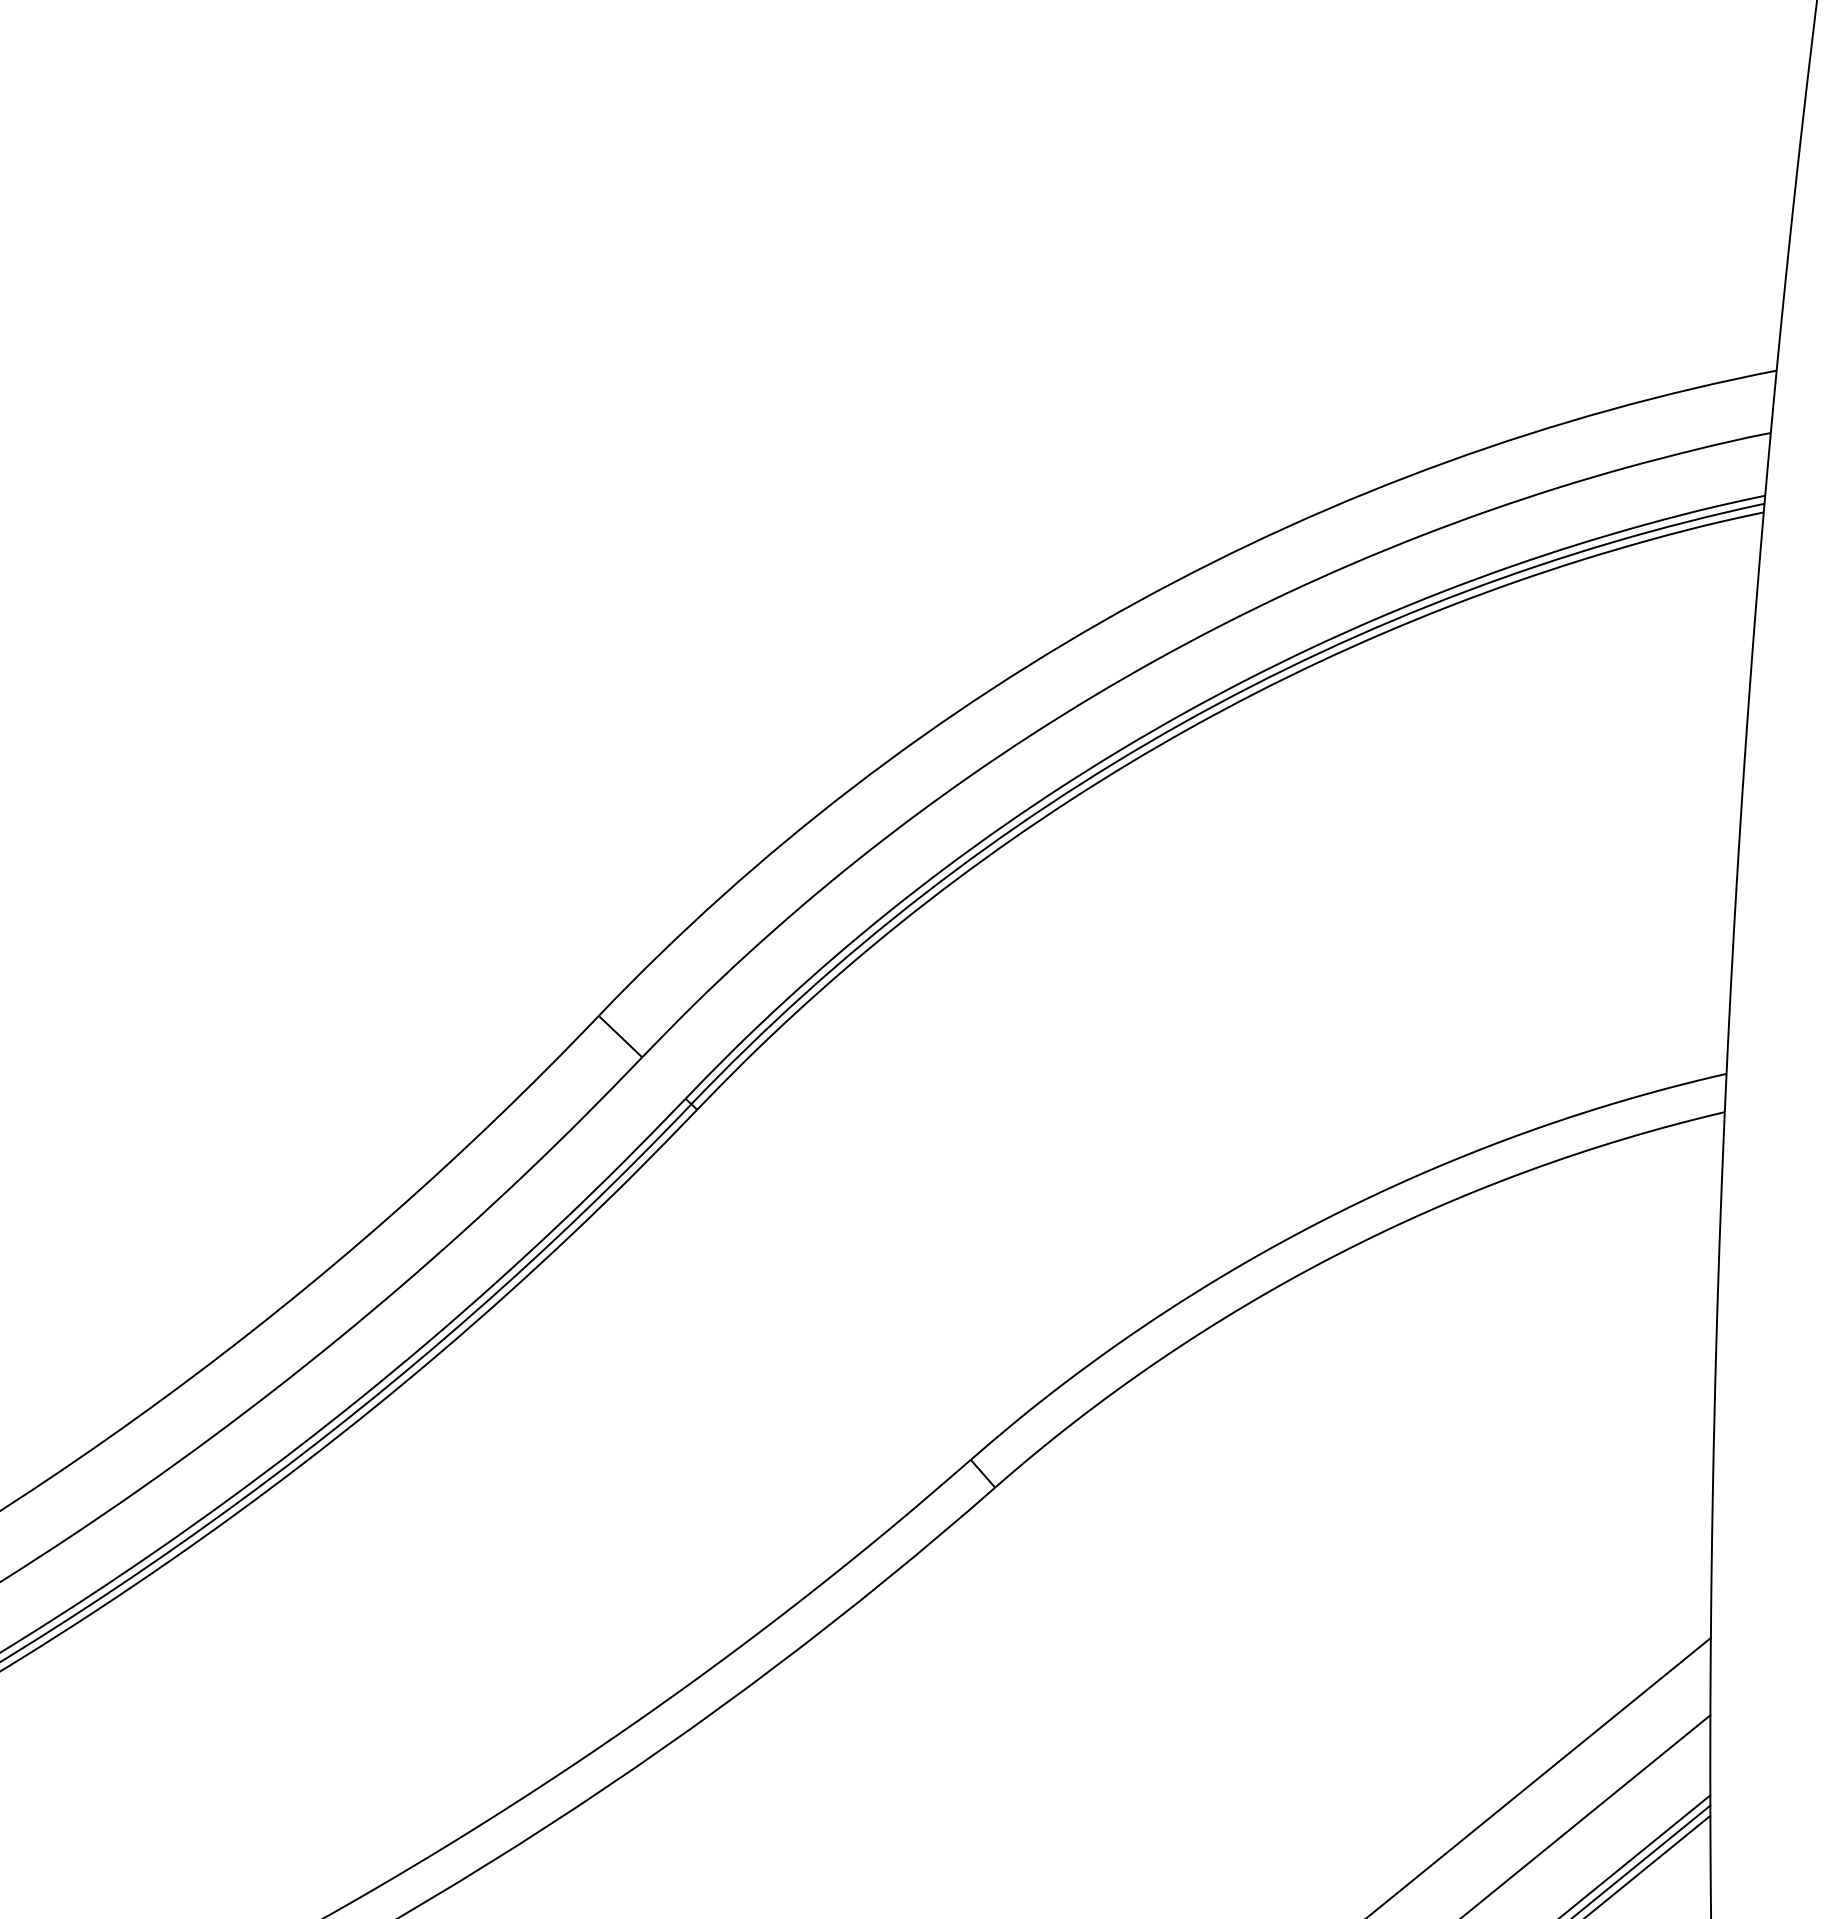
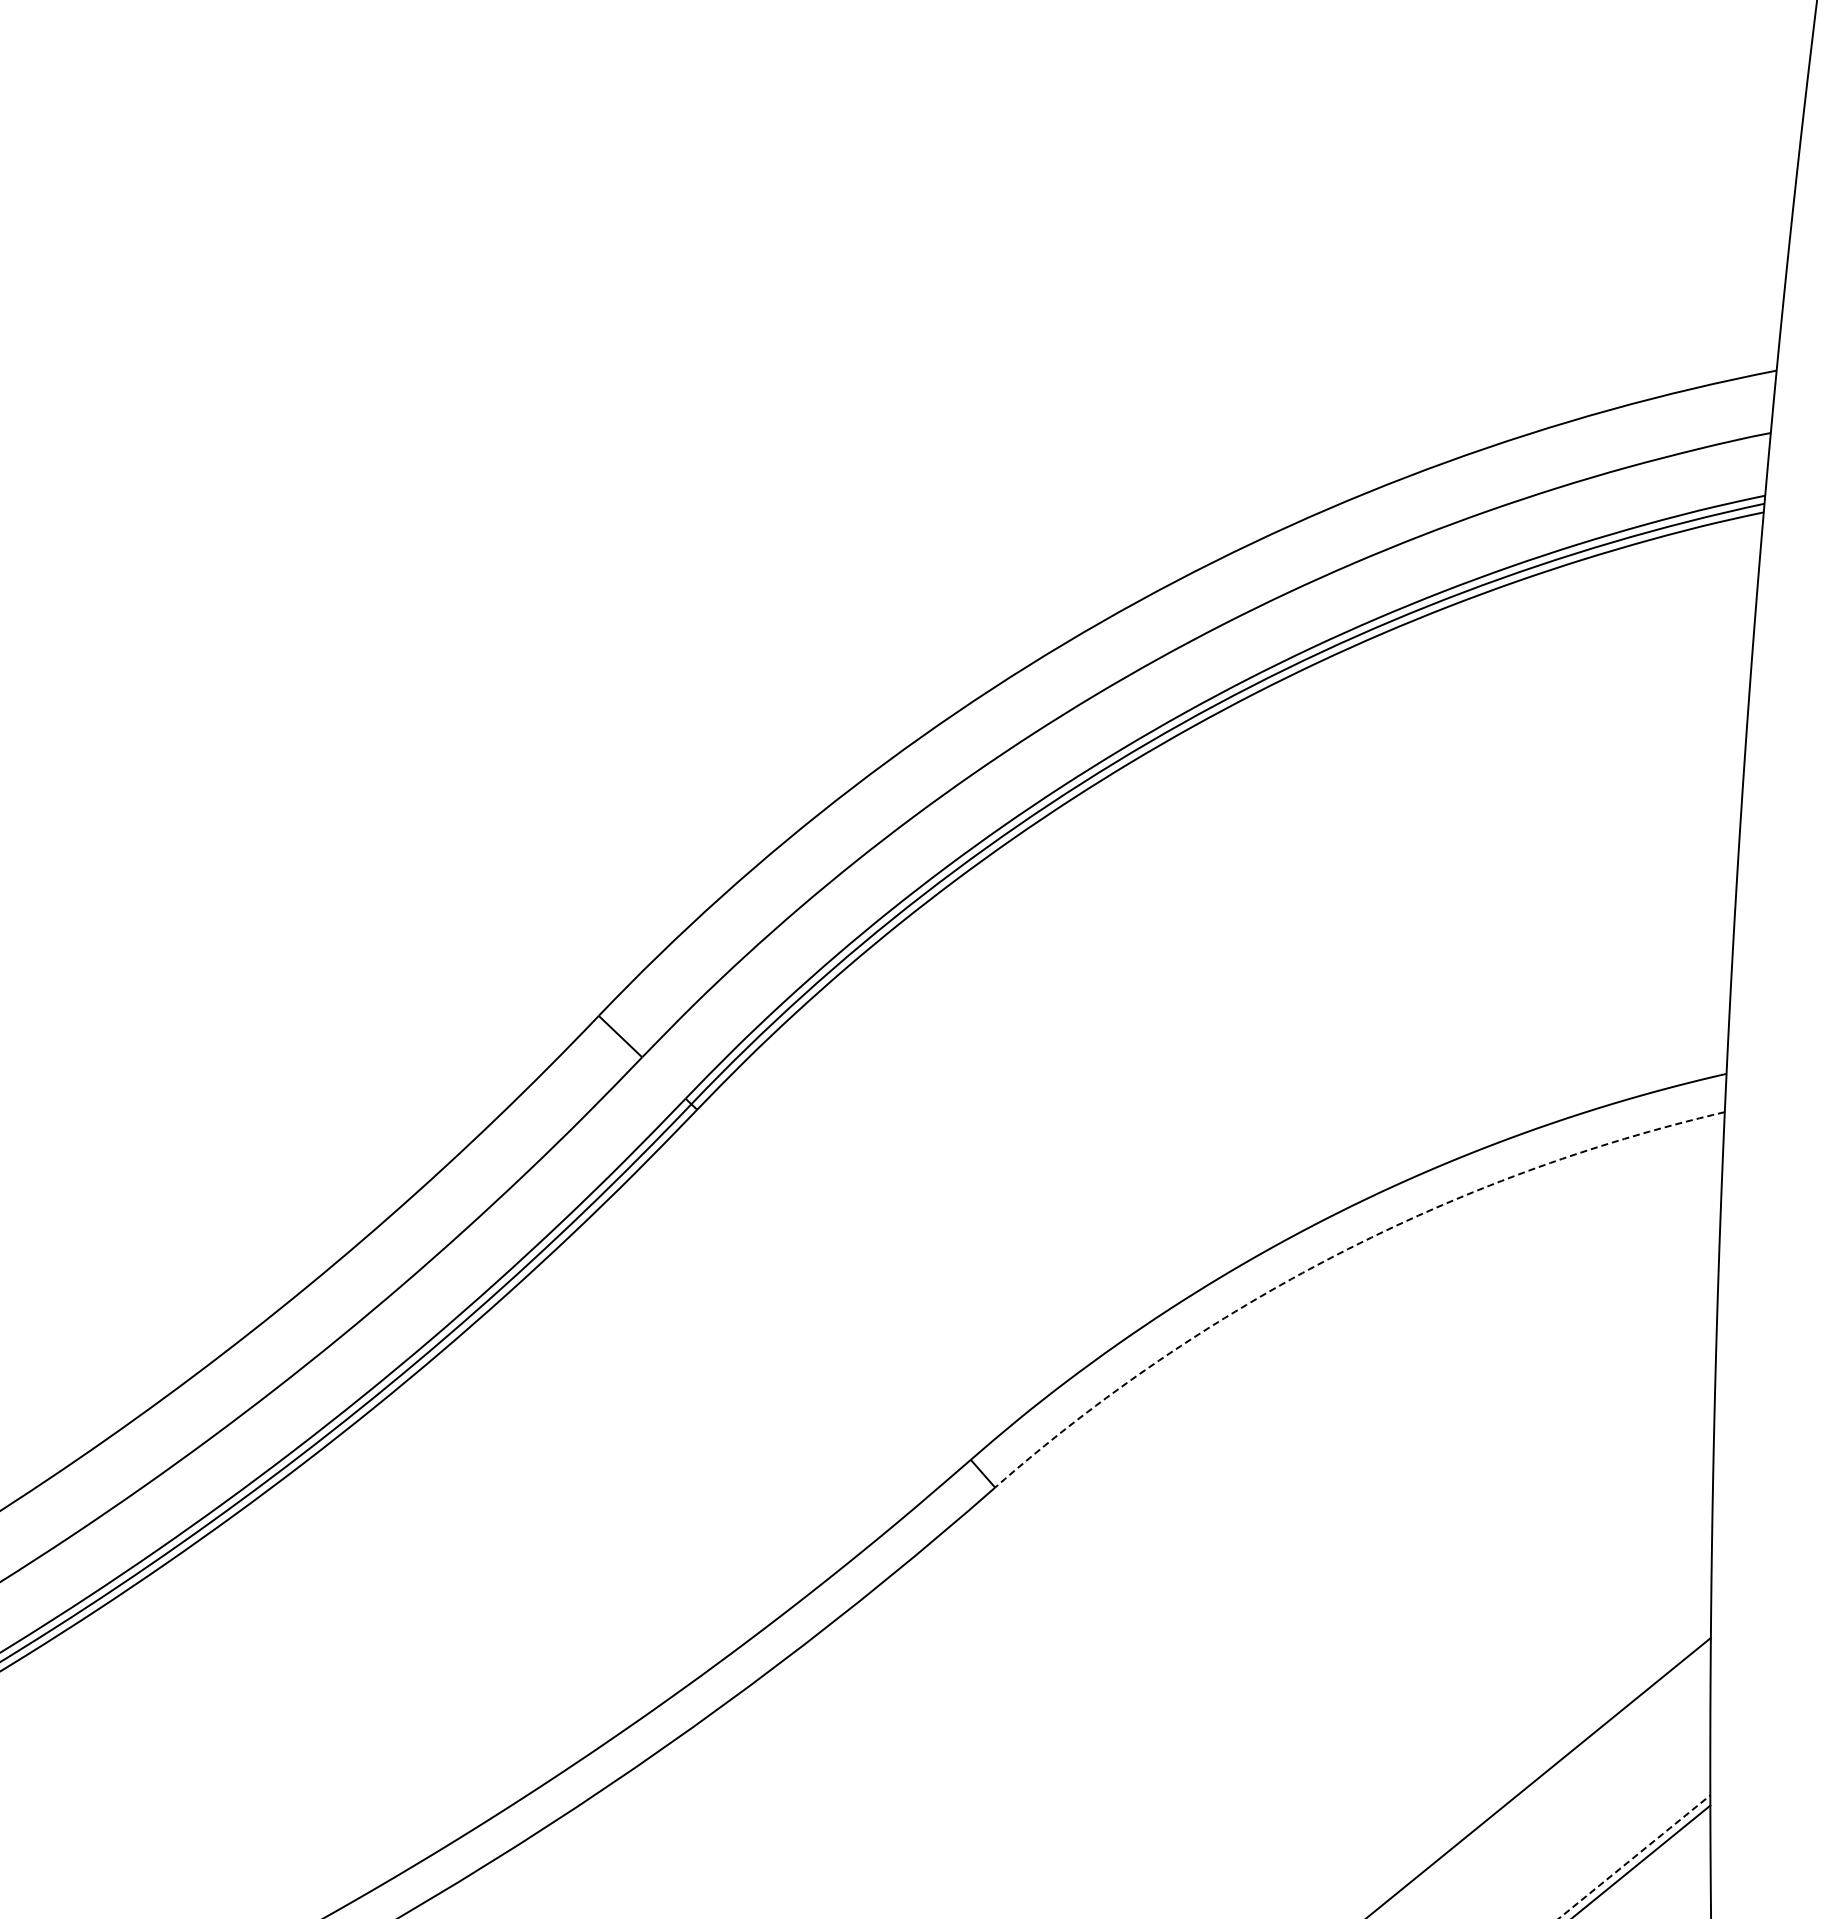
arc at (1336, 1254): solid -> dashed
line at (1586, 1815): present -> none
line at (1635, 1856): solid -> dashed
line at (1648, 1865): present -> none
